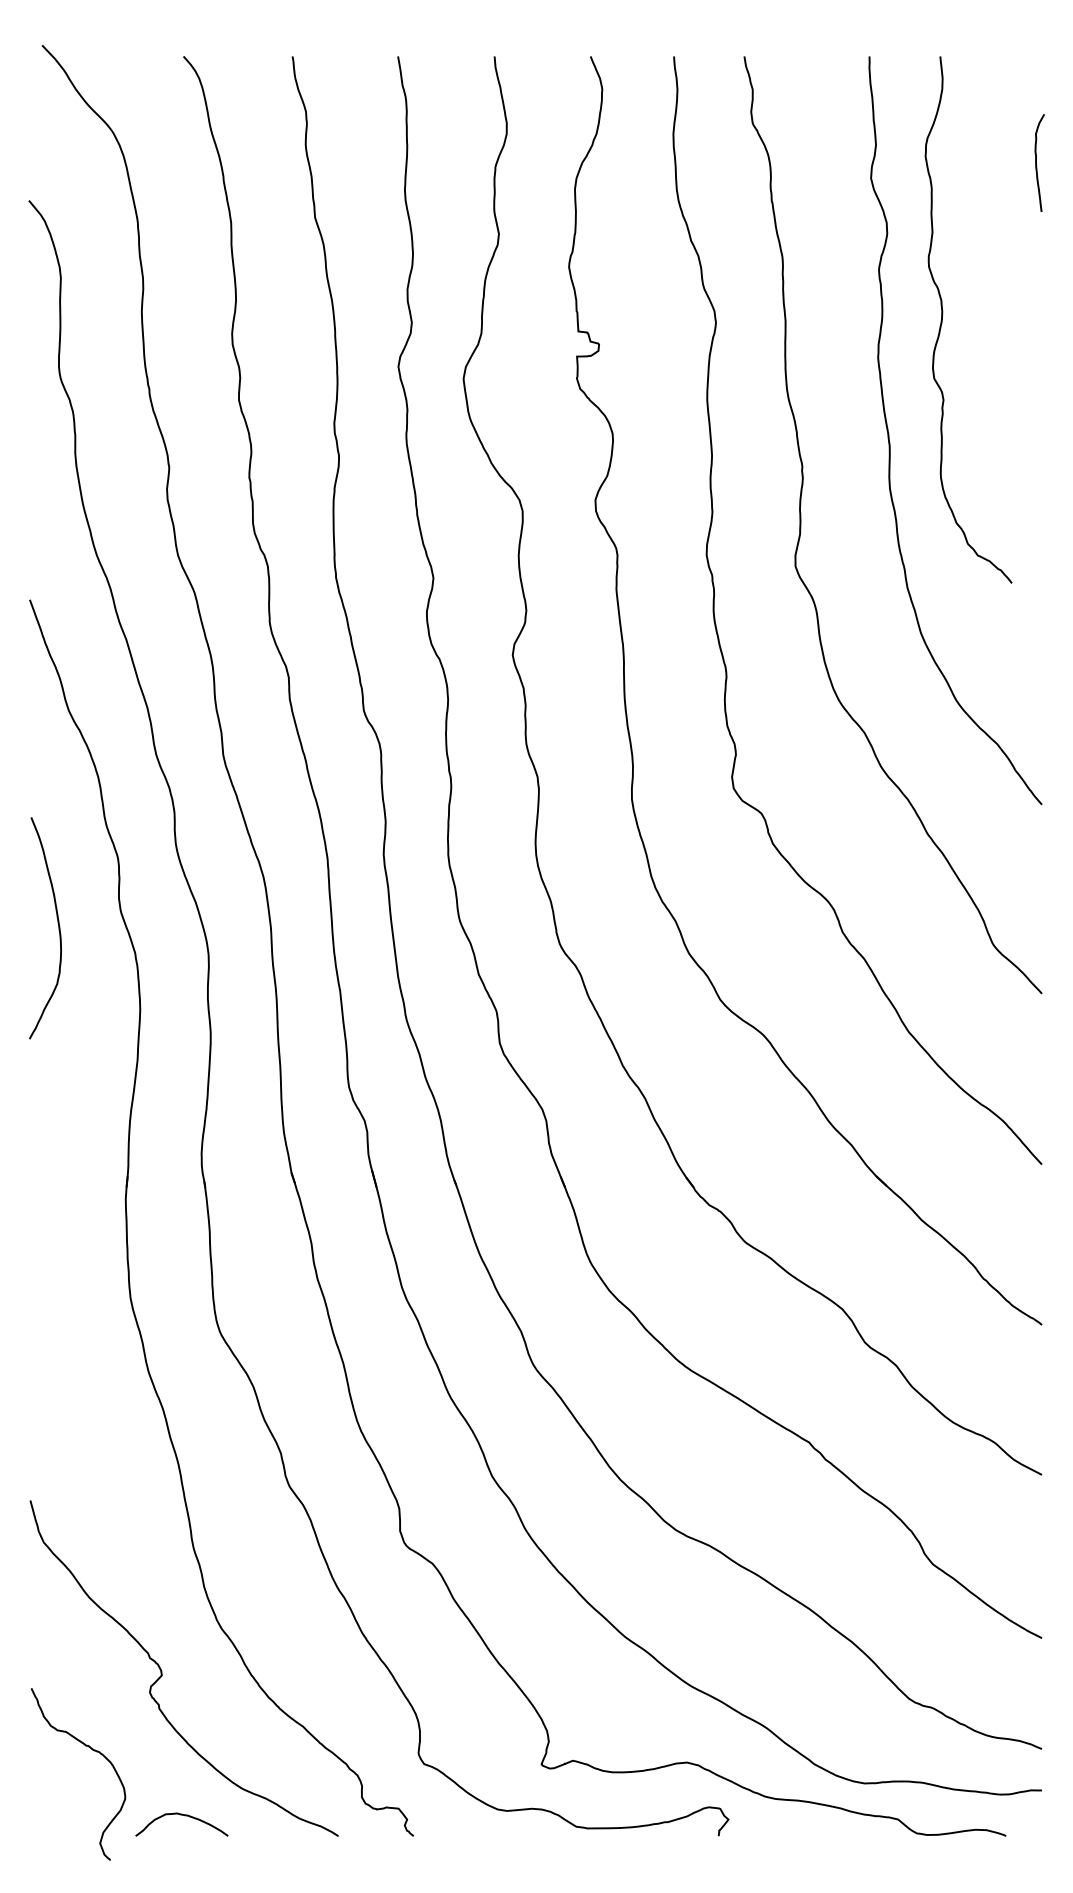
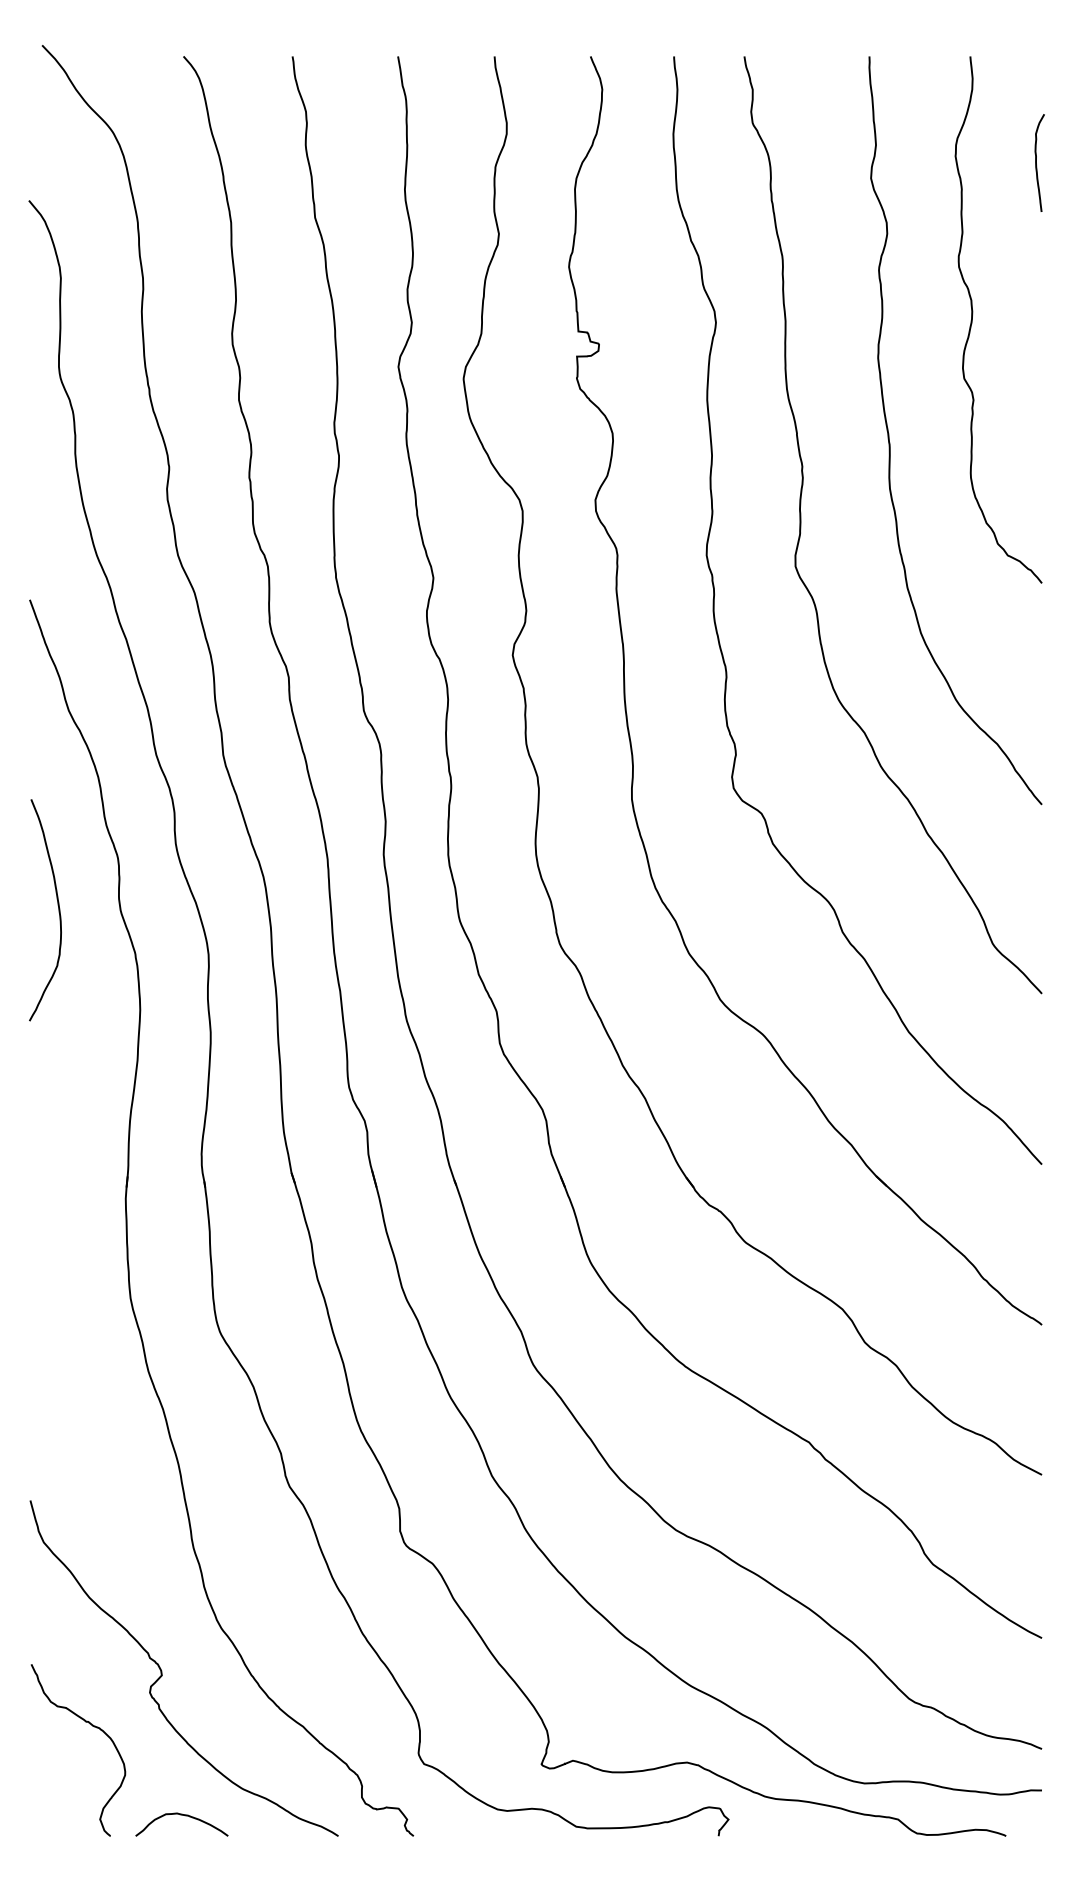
curve at (943, 314) position: (943, 314) -> (973, 314)
curve at (57, 923) position: (57, 923) -> (57, 905)
curve at (92, 1750) position: (92, 1750) -> (92, 1726)
